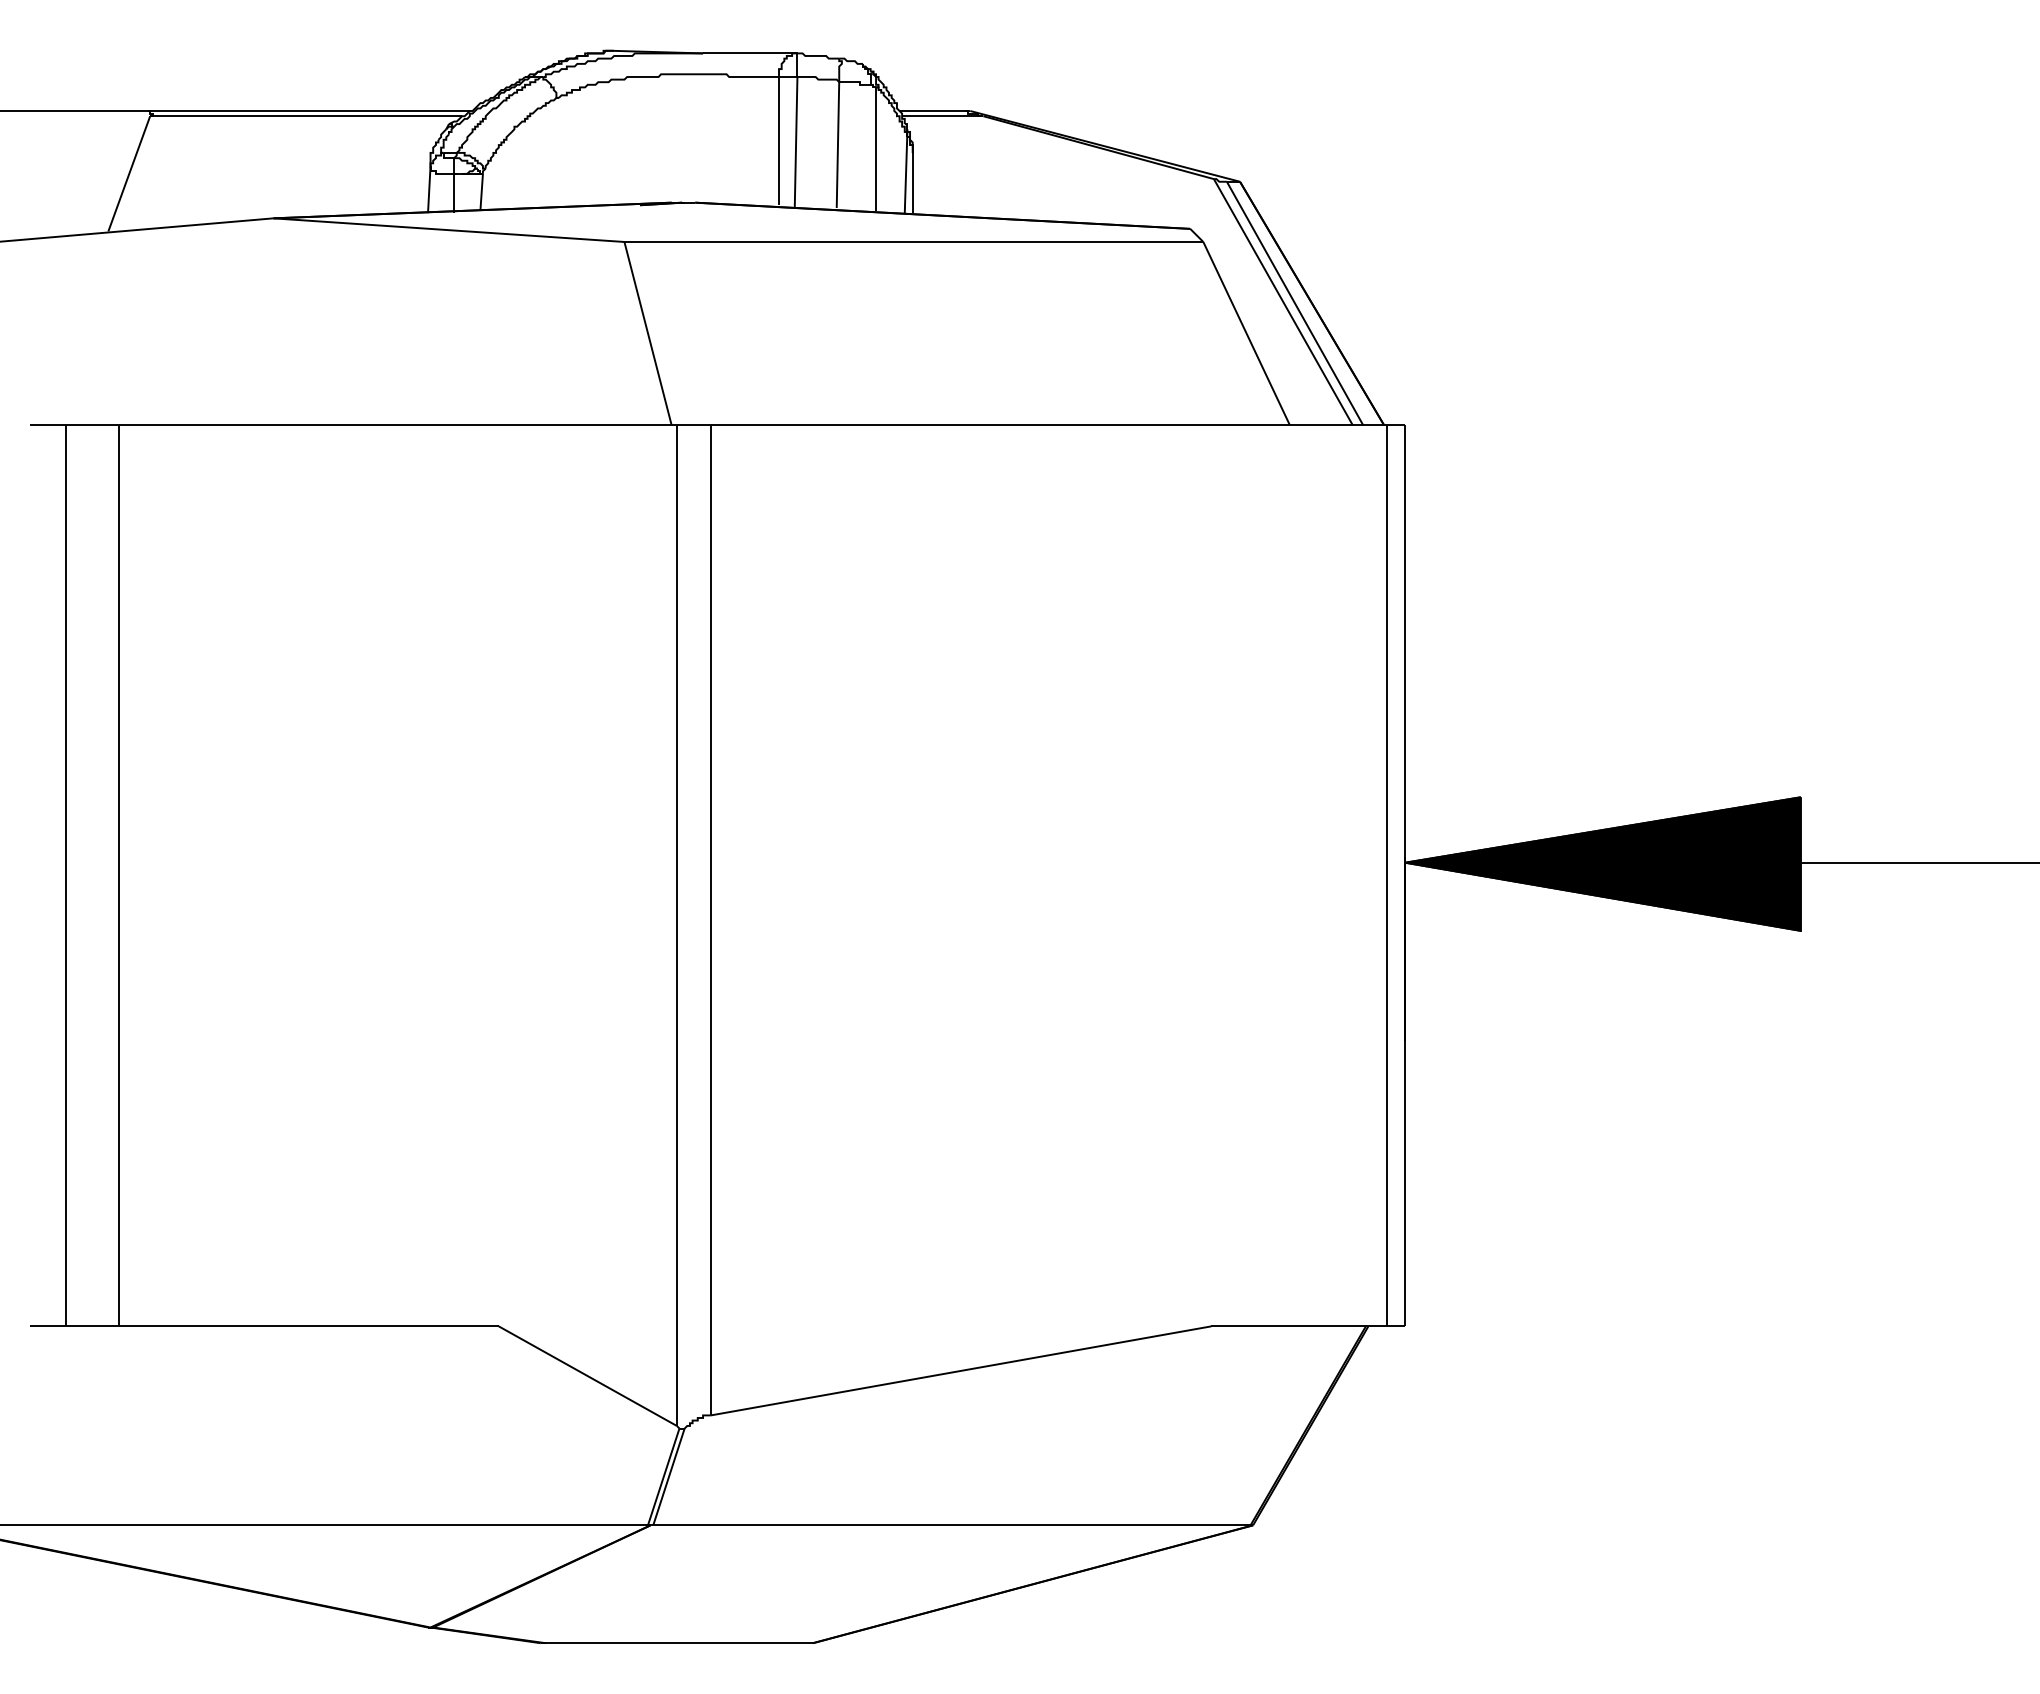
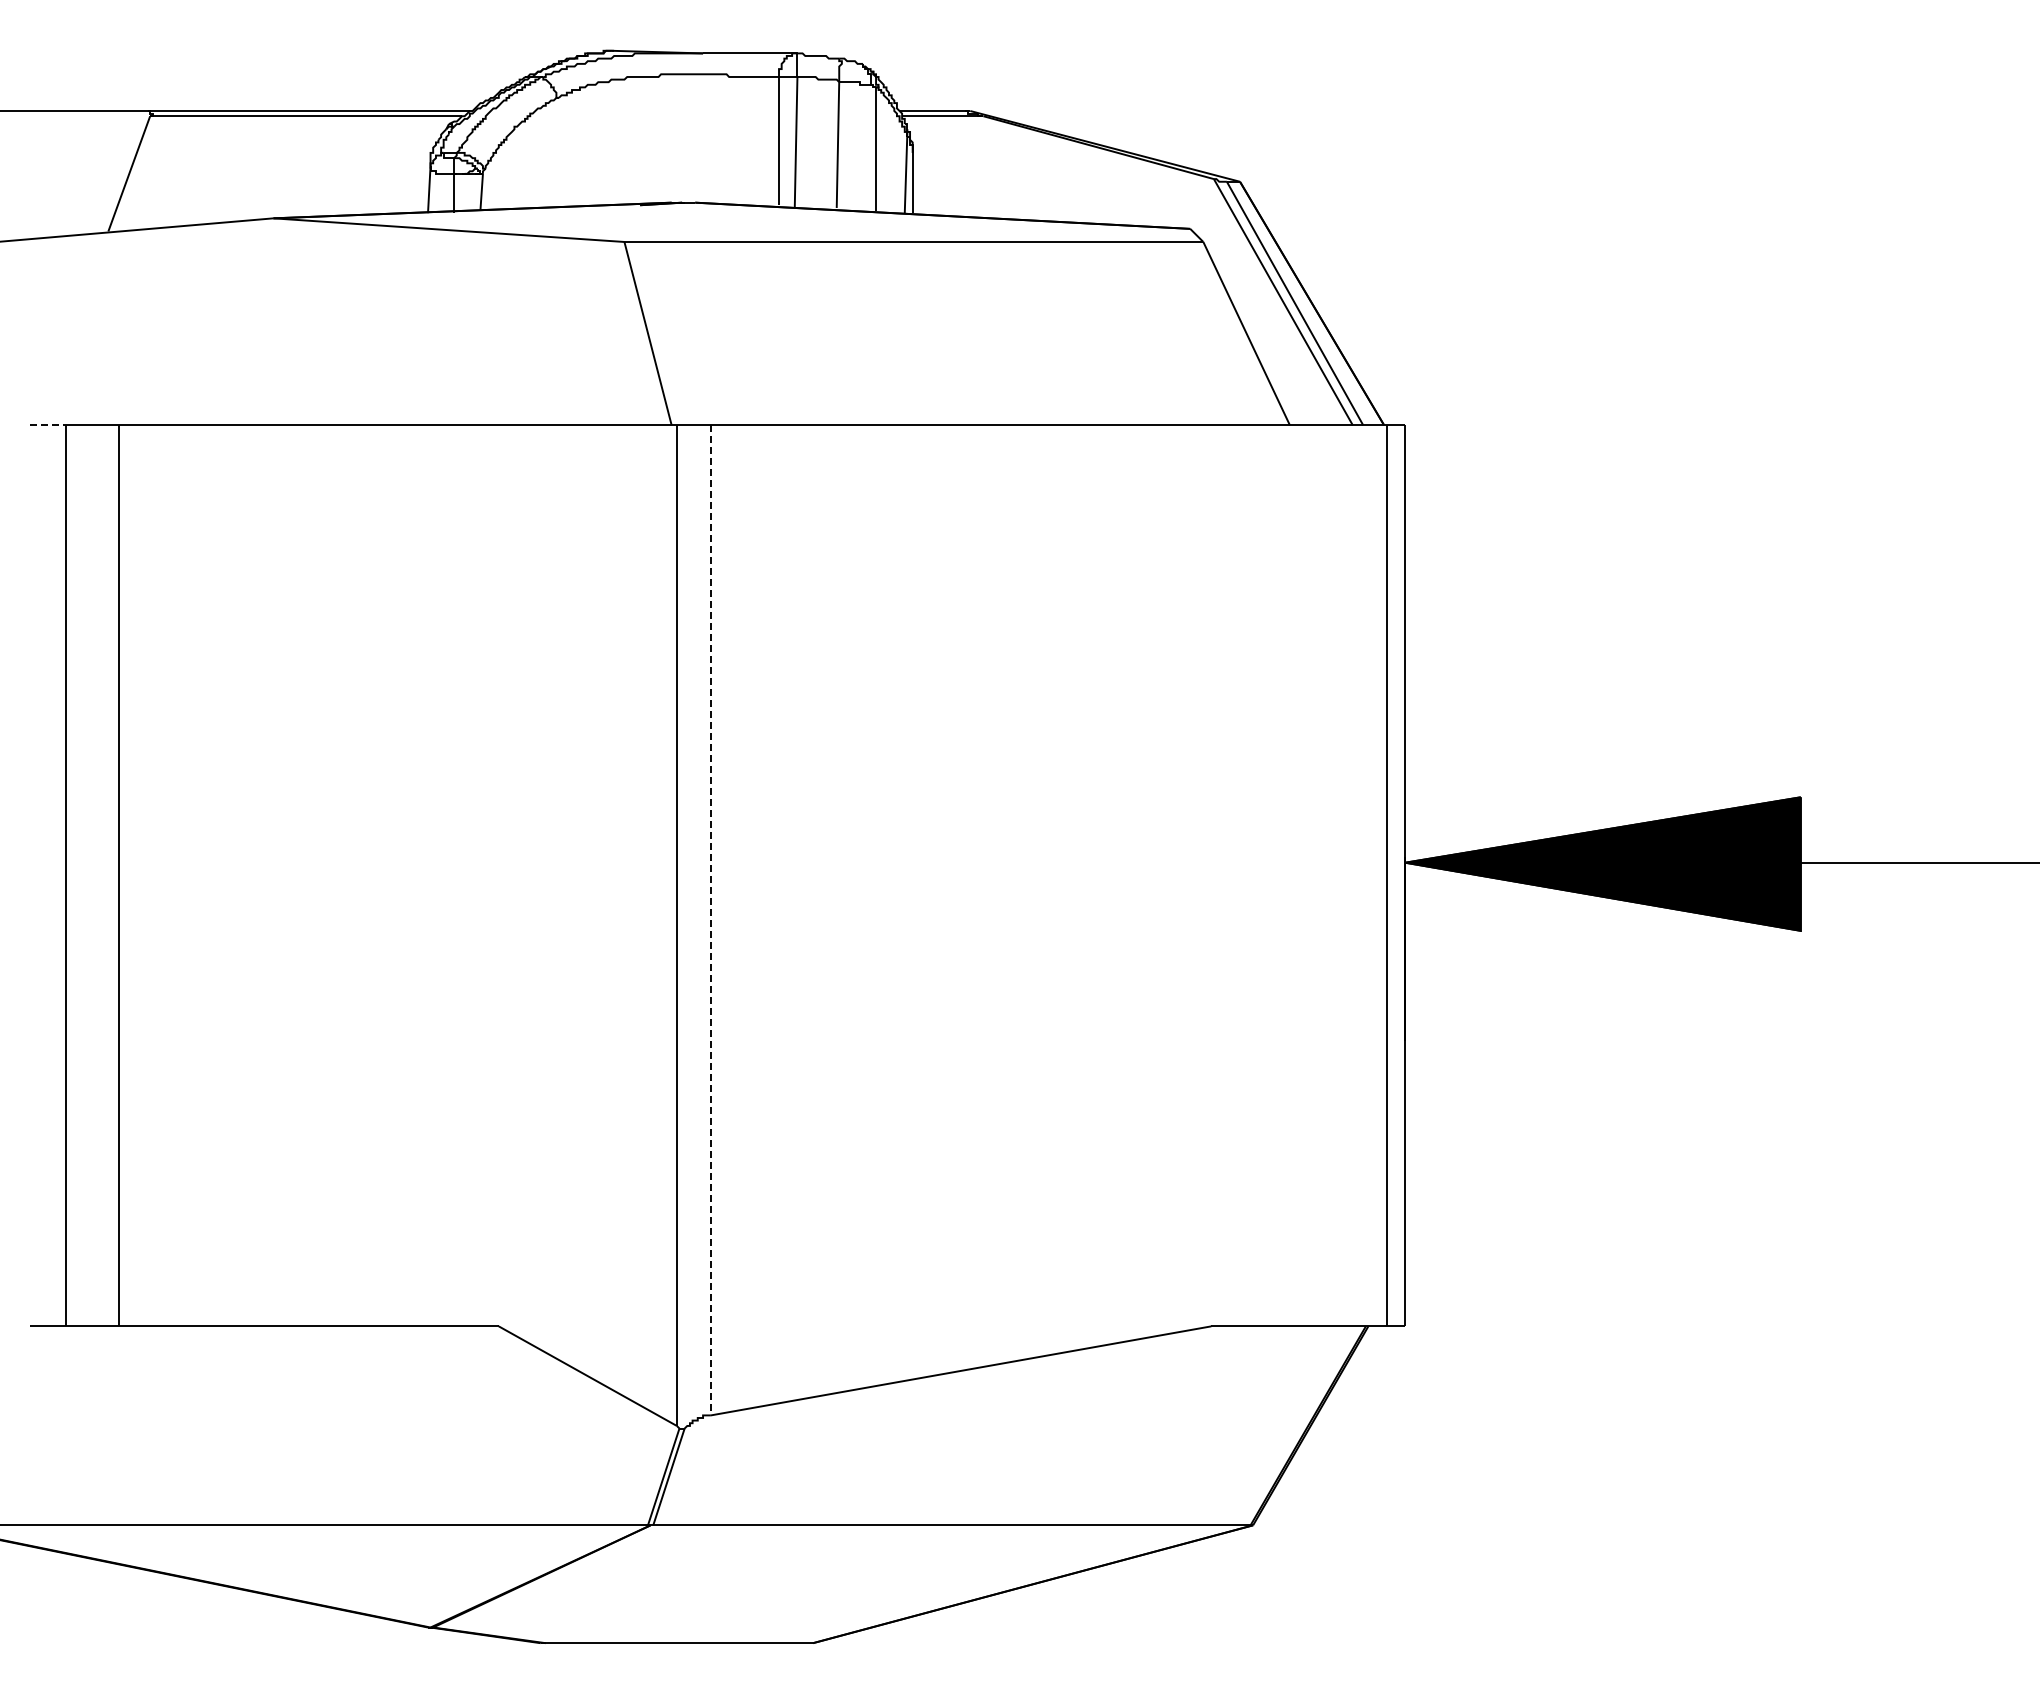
line at (48, 425): solid -> dashed
line at (710, 920): solid -> dashed
